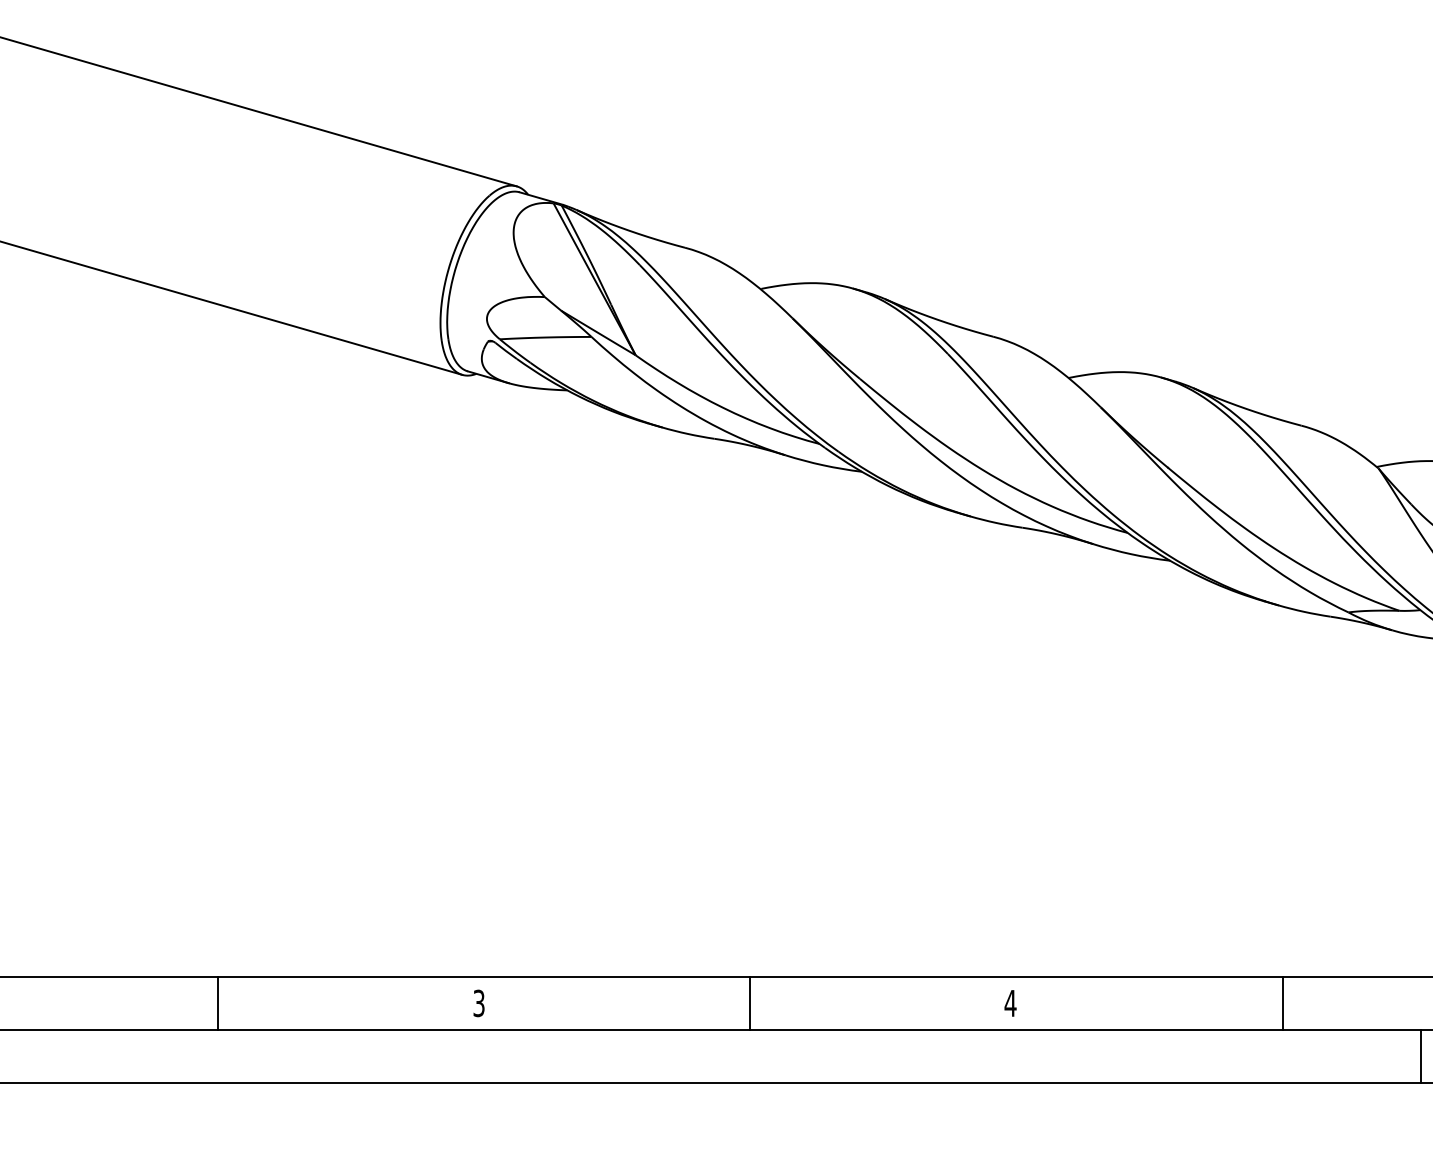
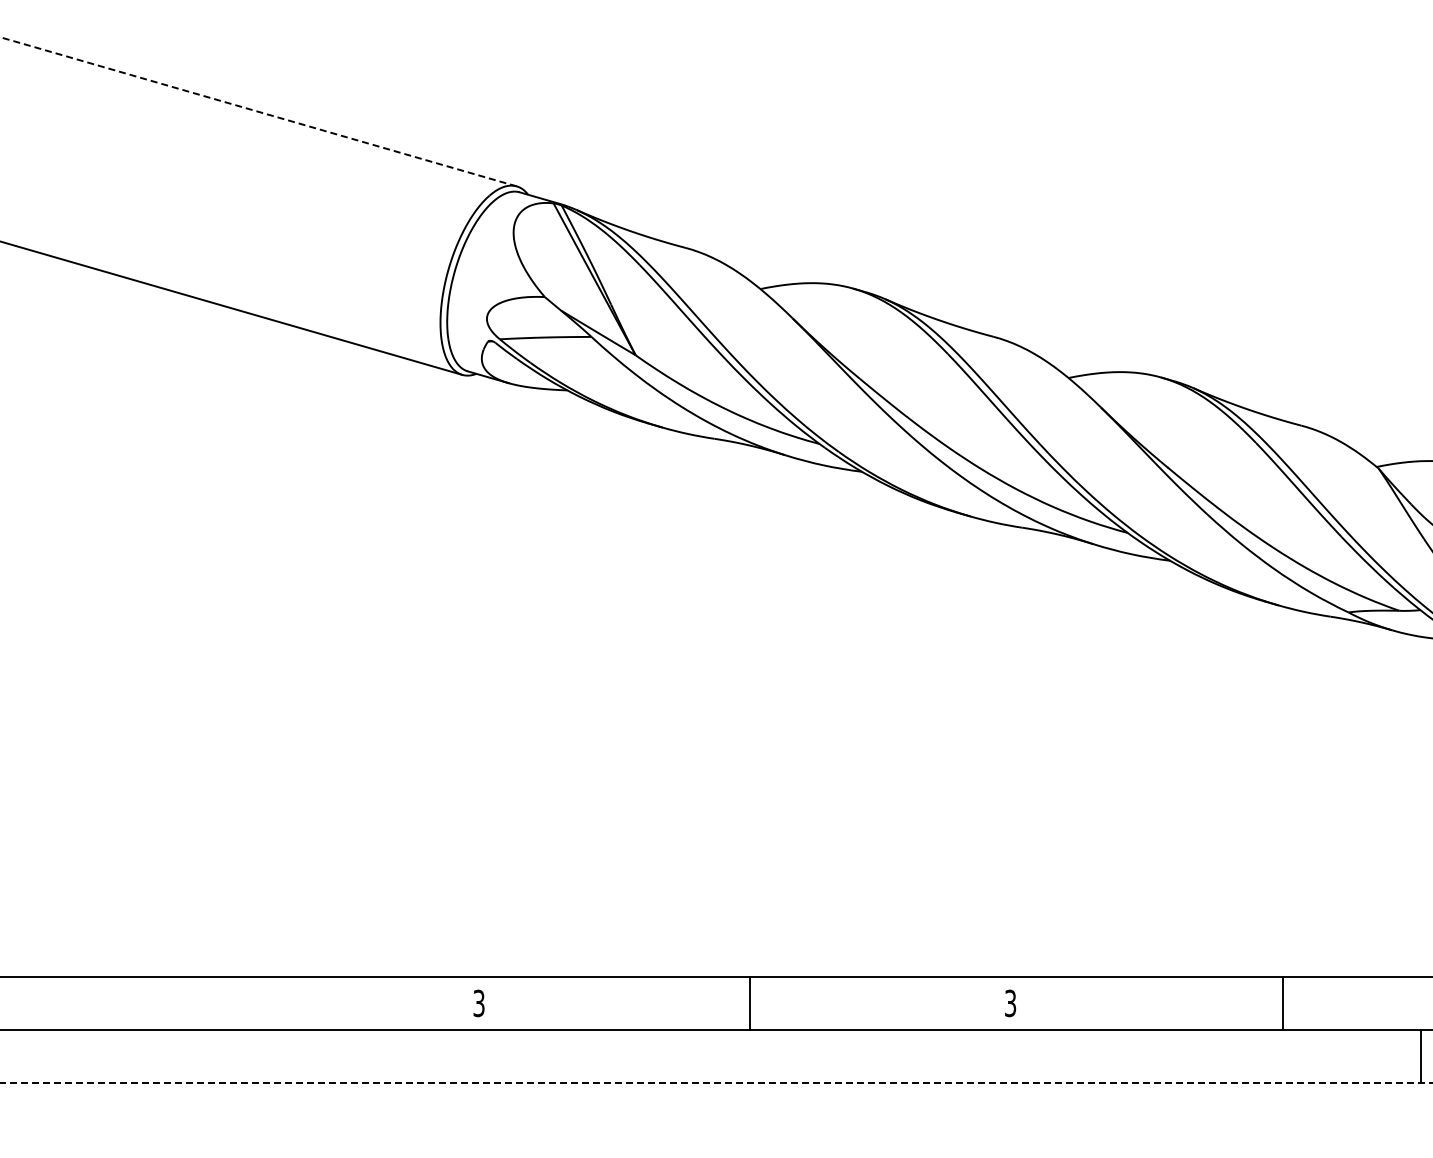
line at (258, 111): solid -> dashed
line at (217, 1003): present -> none
text at (1010, 1003): 4 -> 3
line at (716, 1083): solid -> dashed
